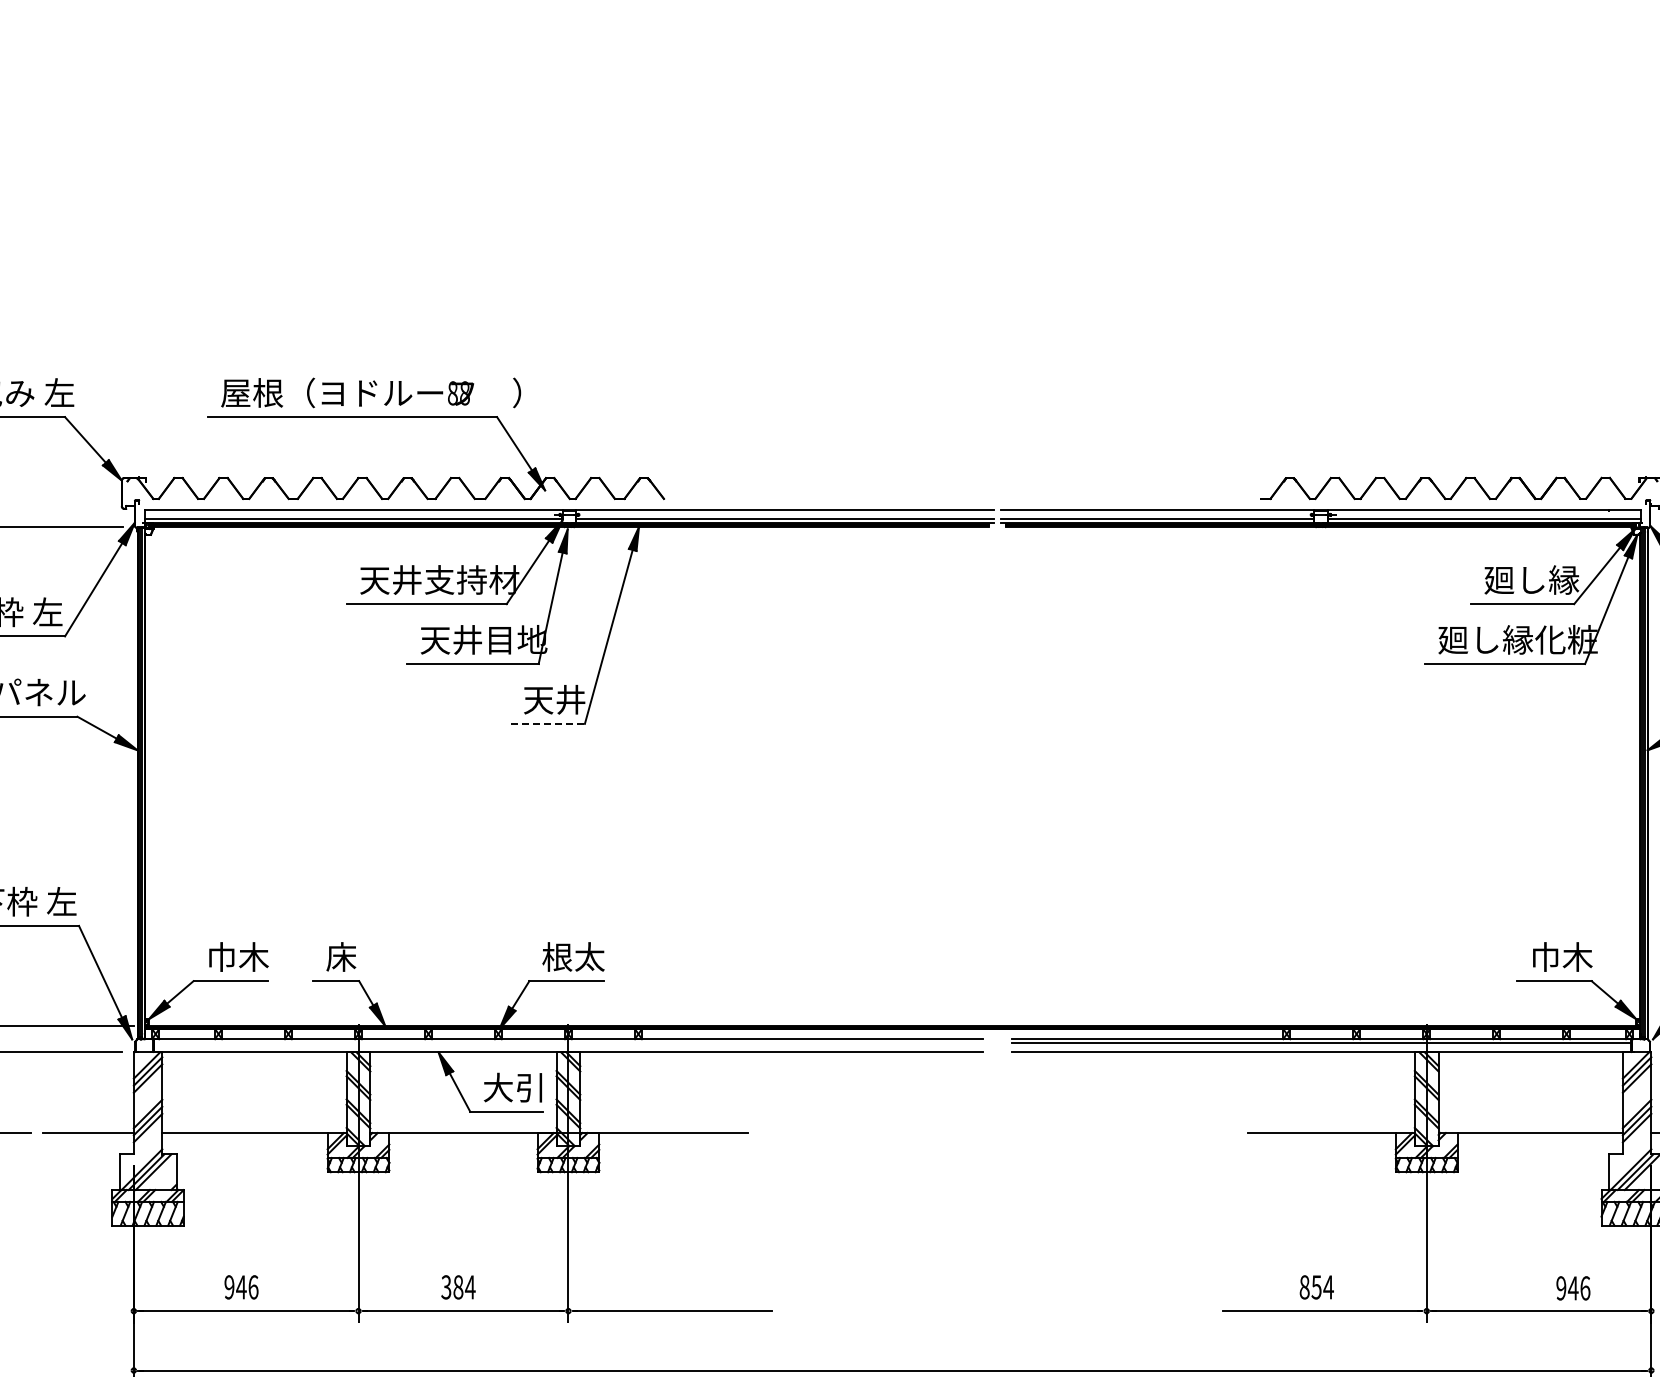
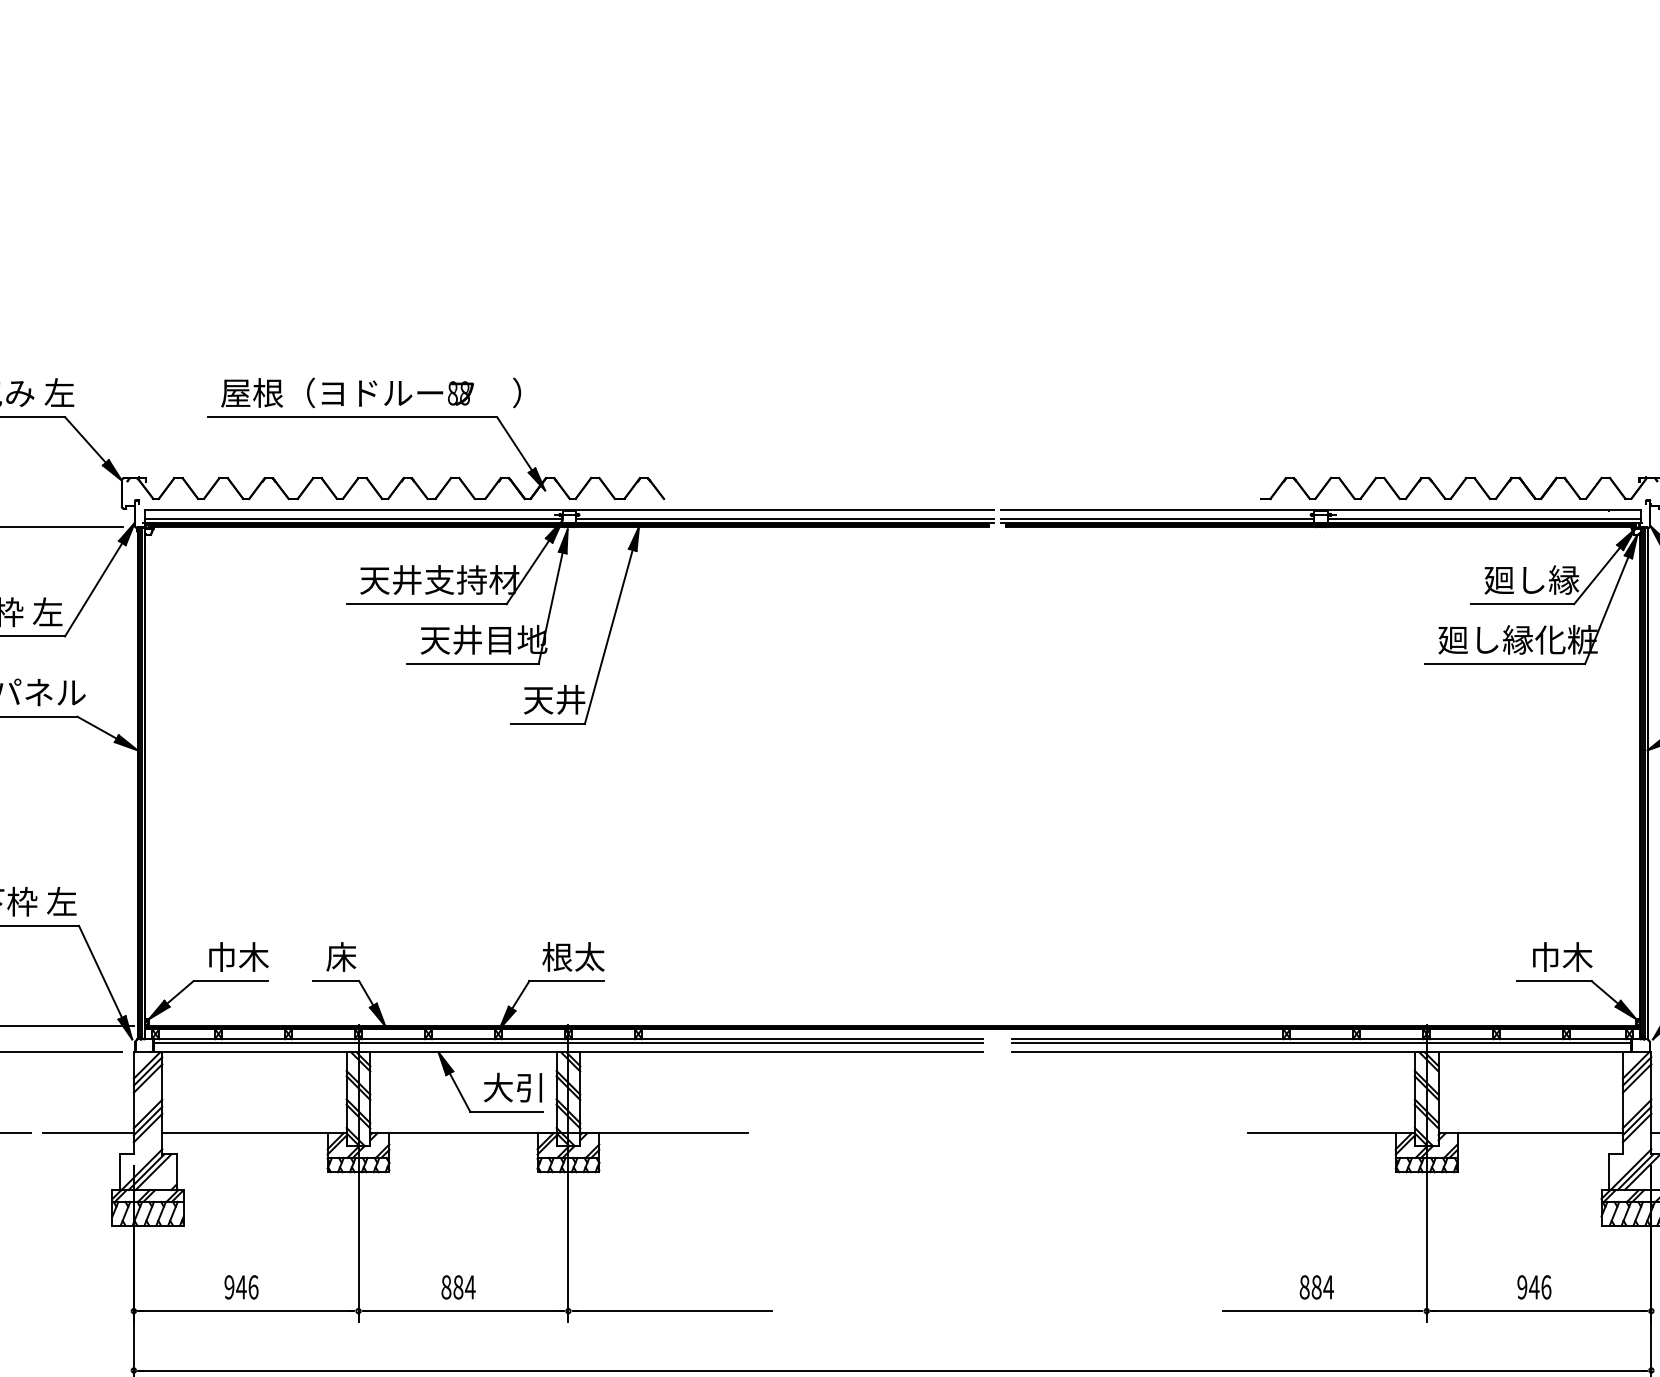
line at (548, 723): dashed -> solid
line at (568, 1042): none -> present
text at (446, 1287): 384 -> 884
text at (1316, 1287): 854 -> 884
text at (1573, 1288) position: (1573, 1288) -> (1534, 1287)
